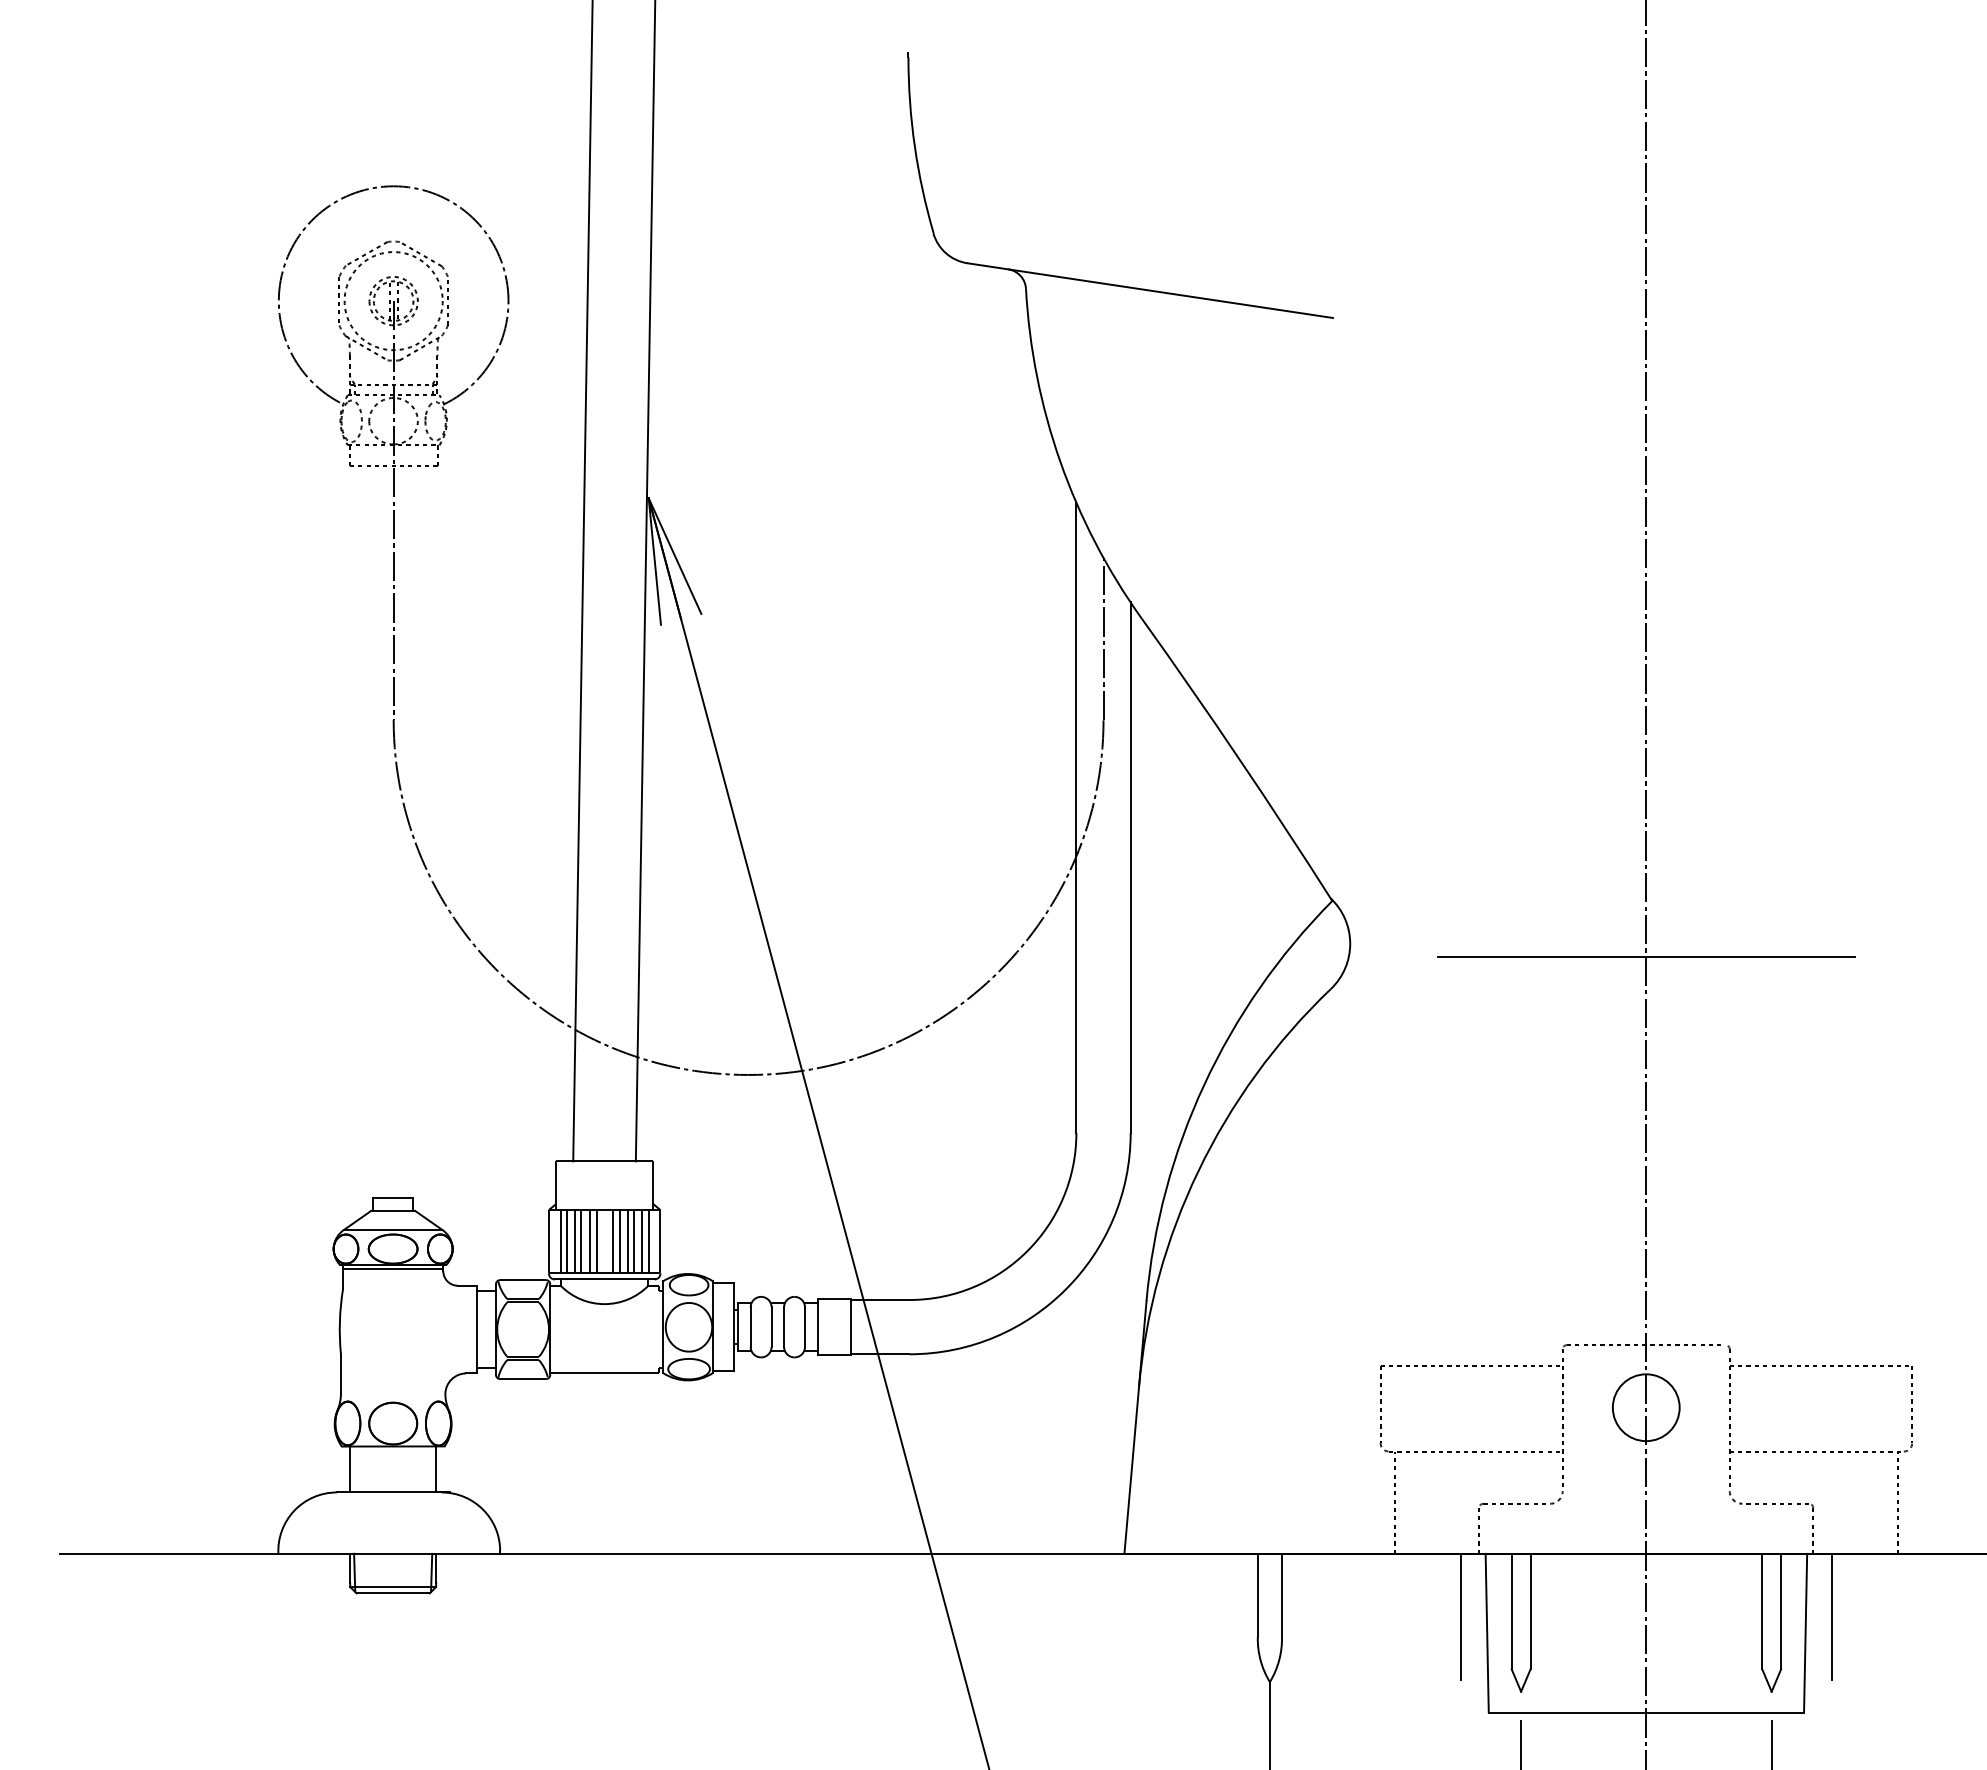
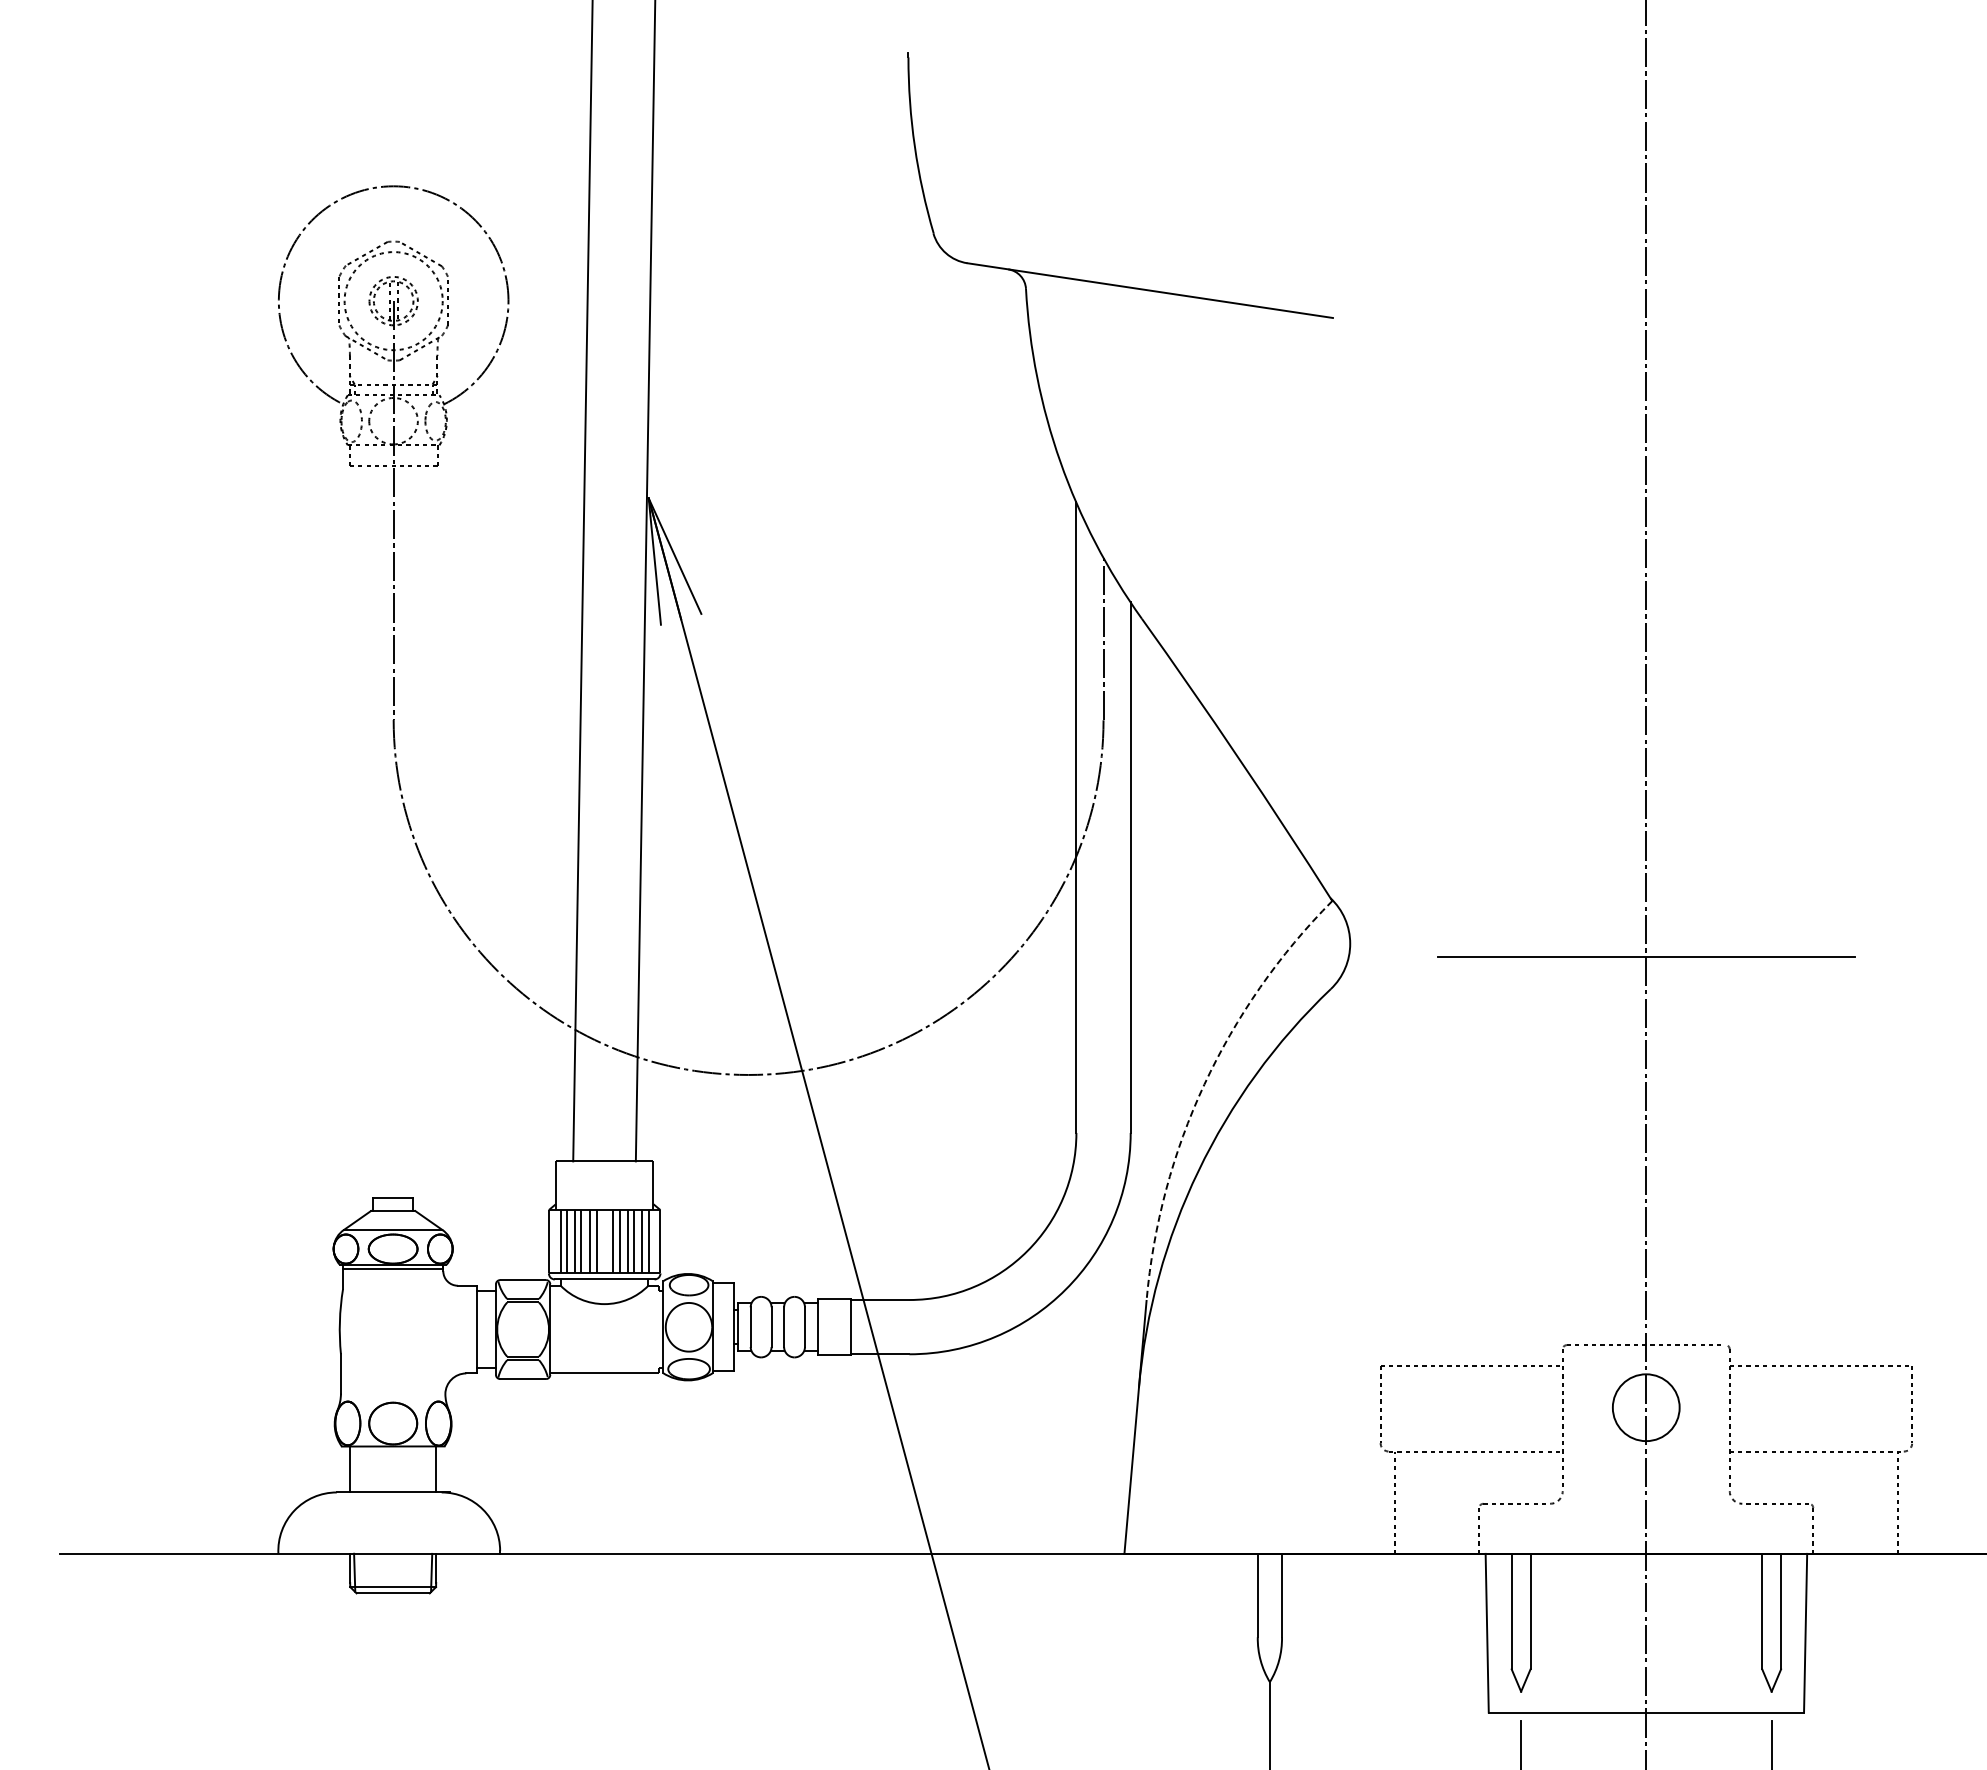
arc at (1204, 1084): solid -> dashed
line at (1460, 1616): present -> none
line at (1832, 1616): present -> none
